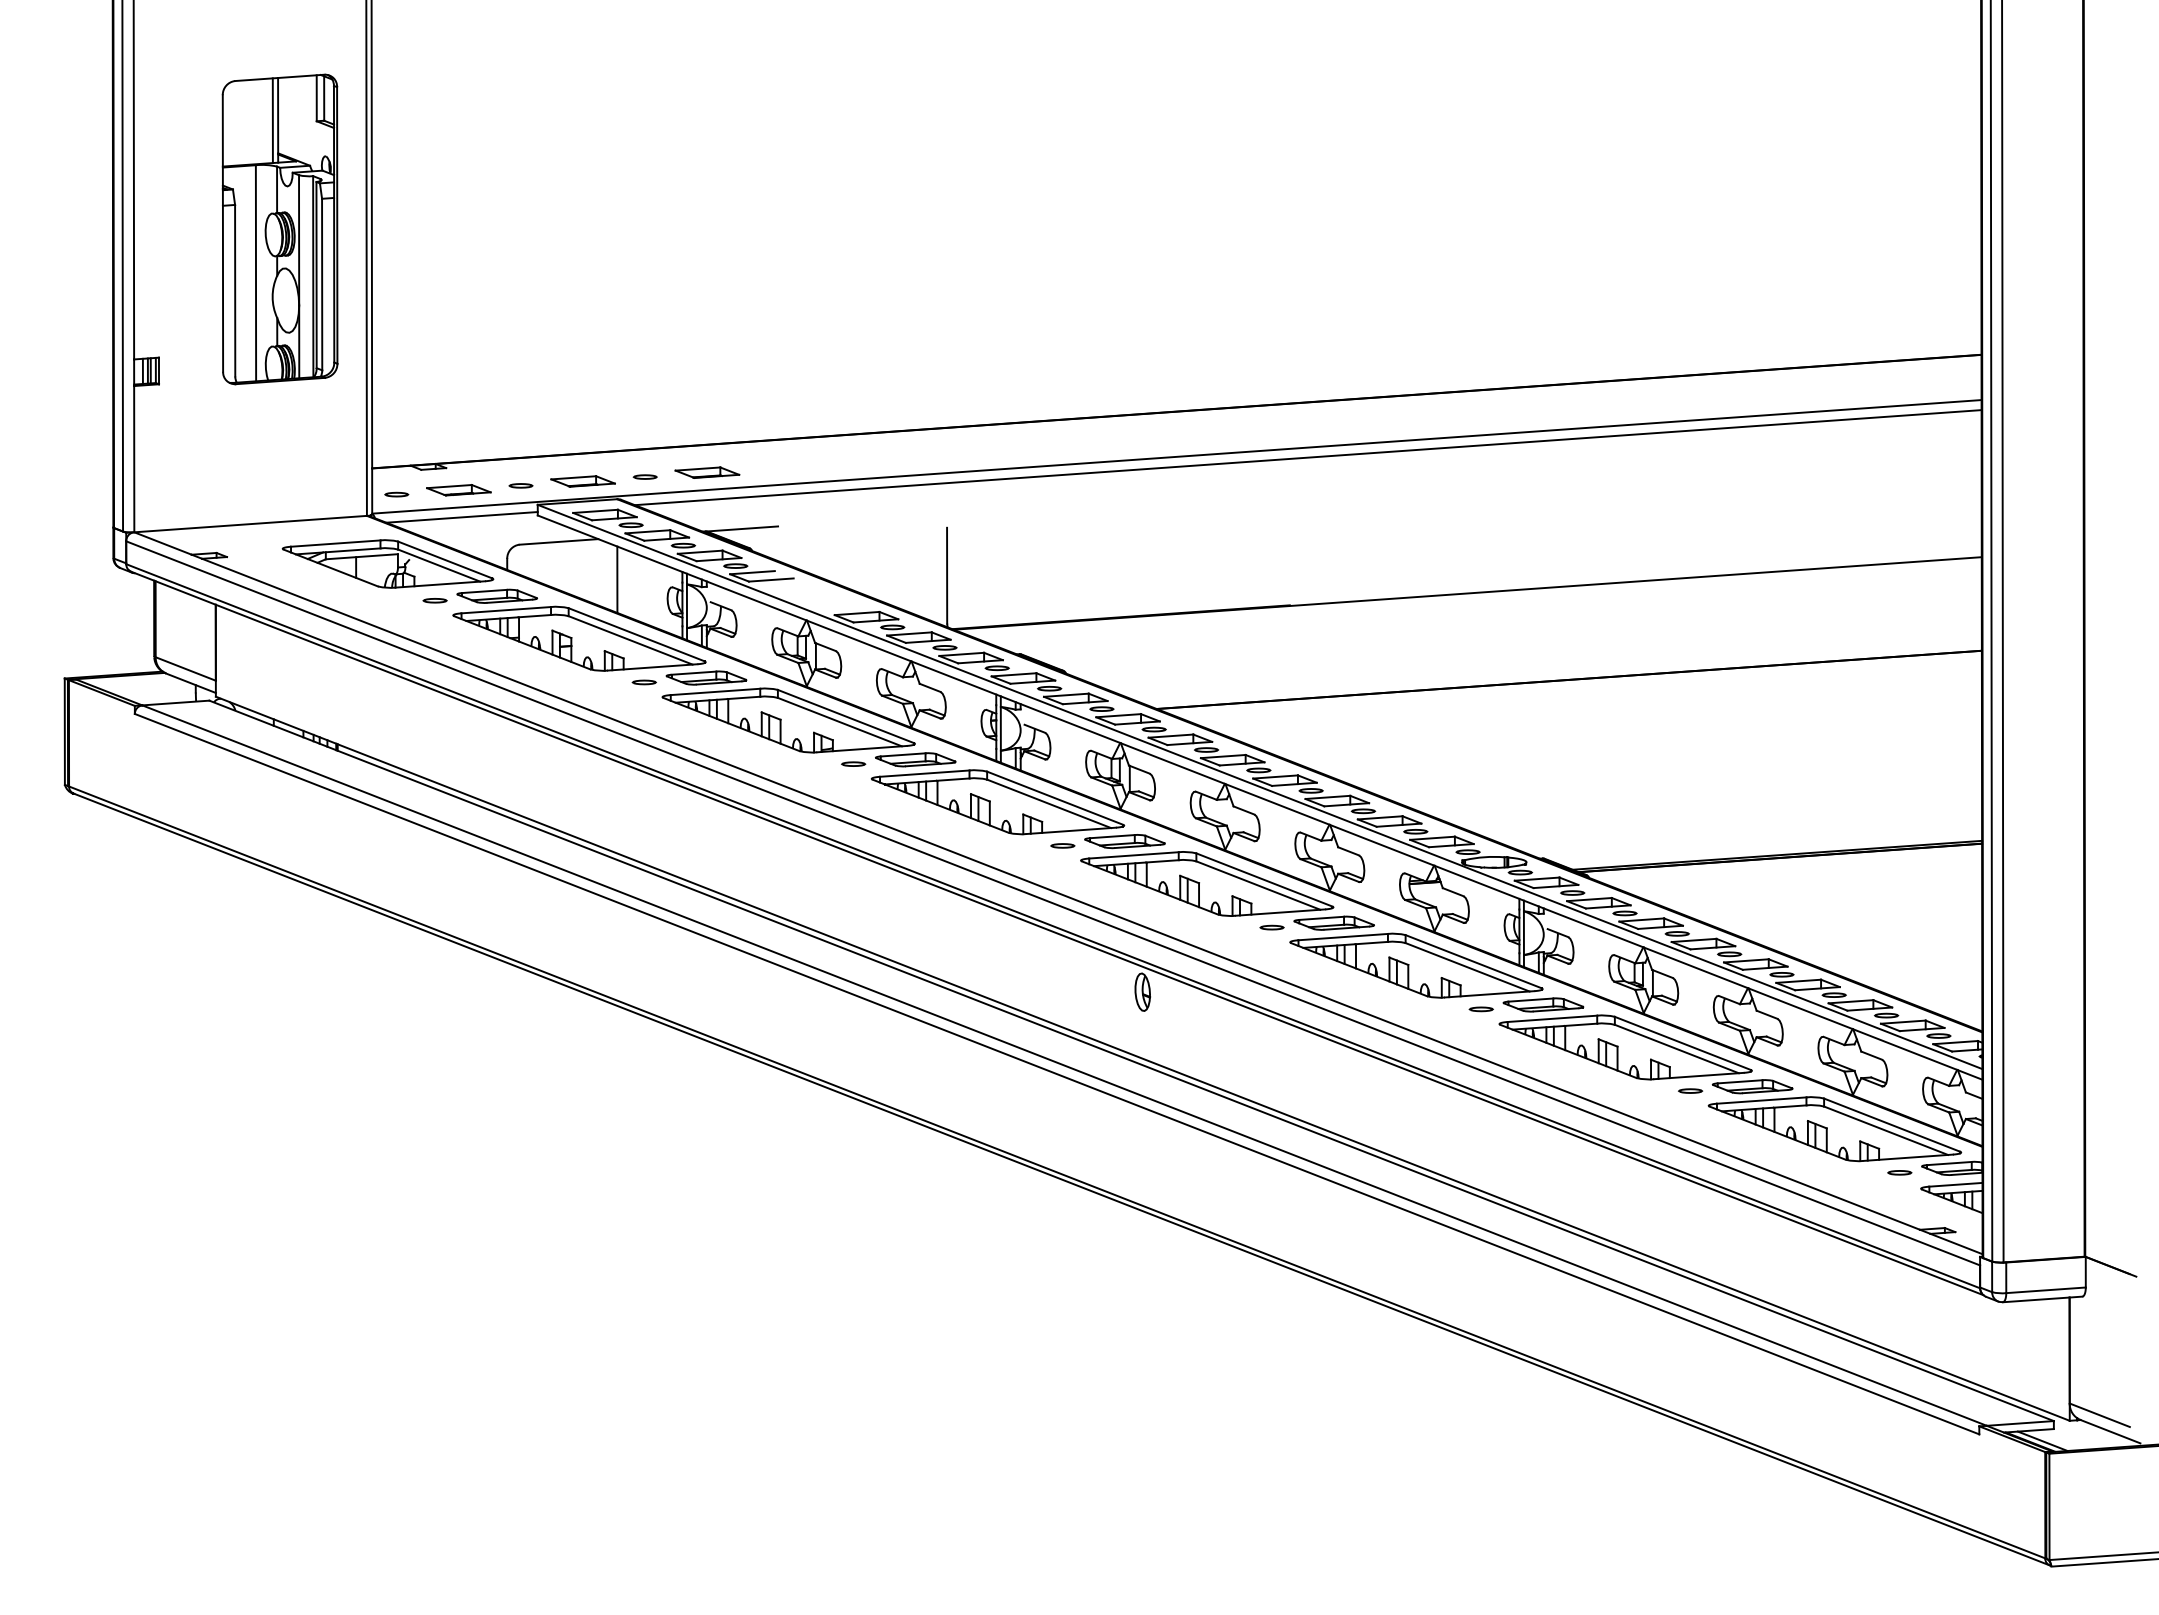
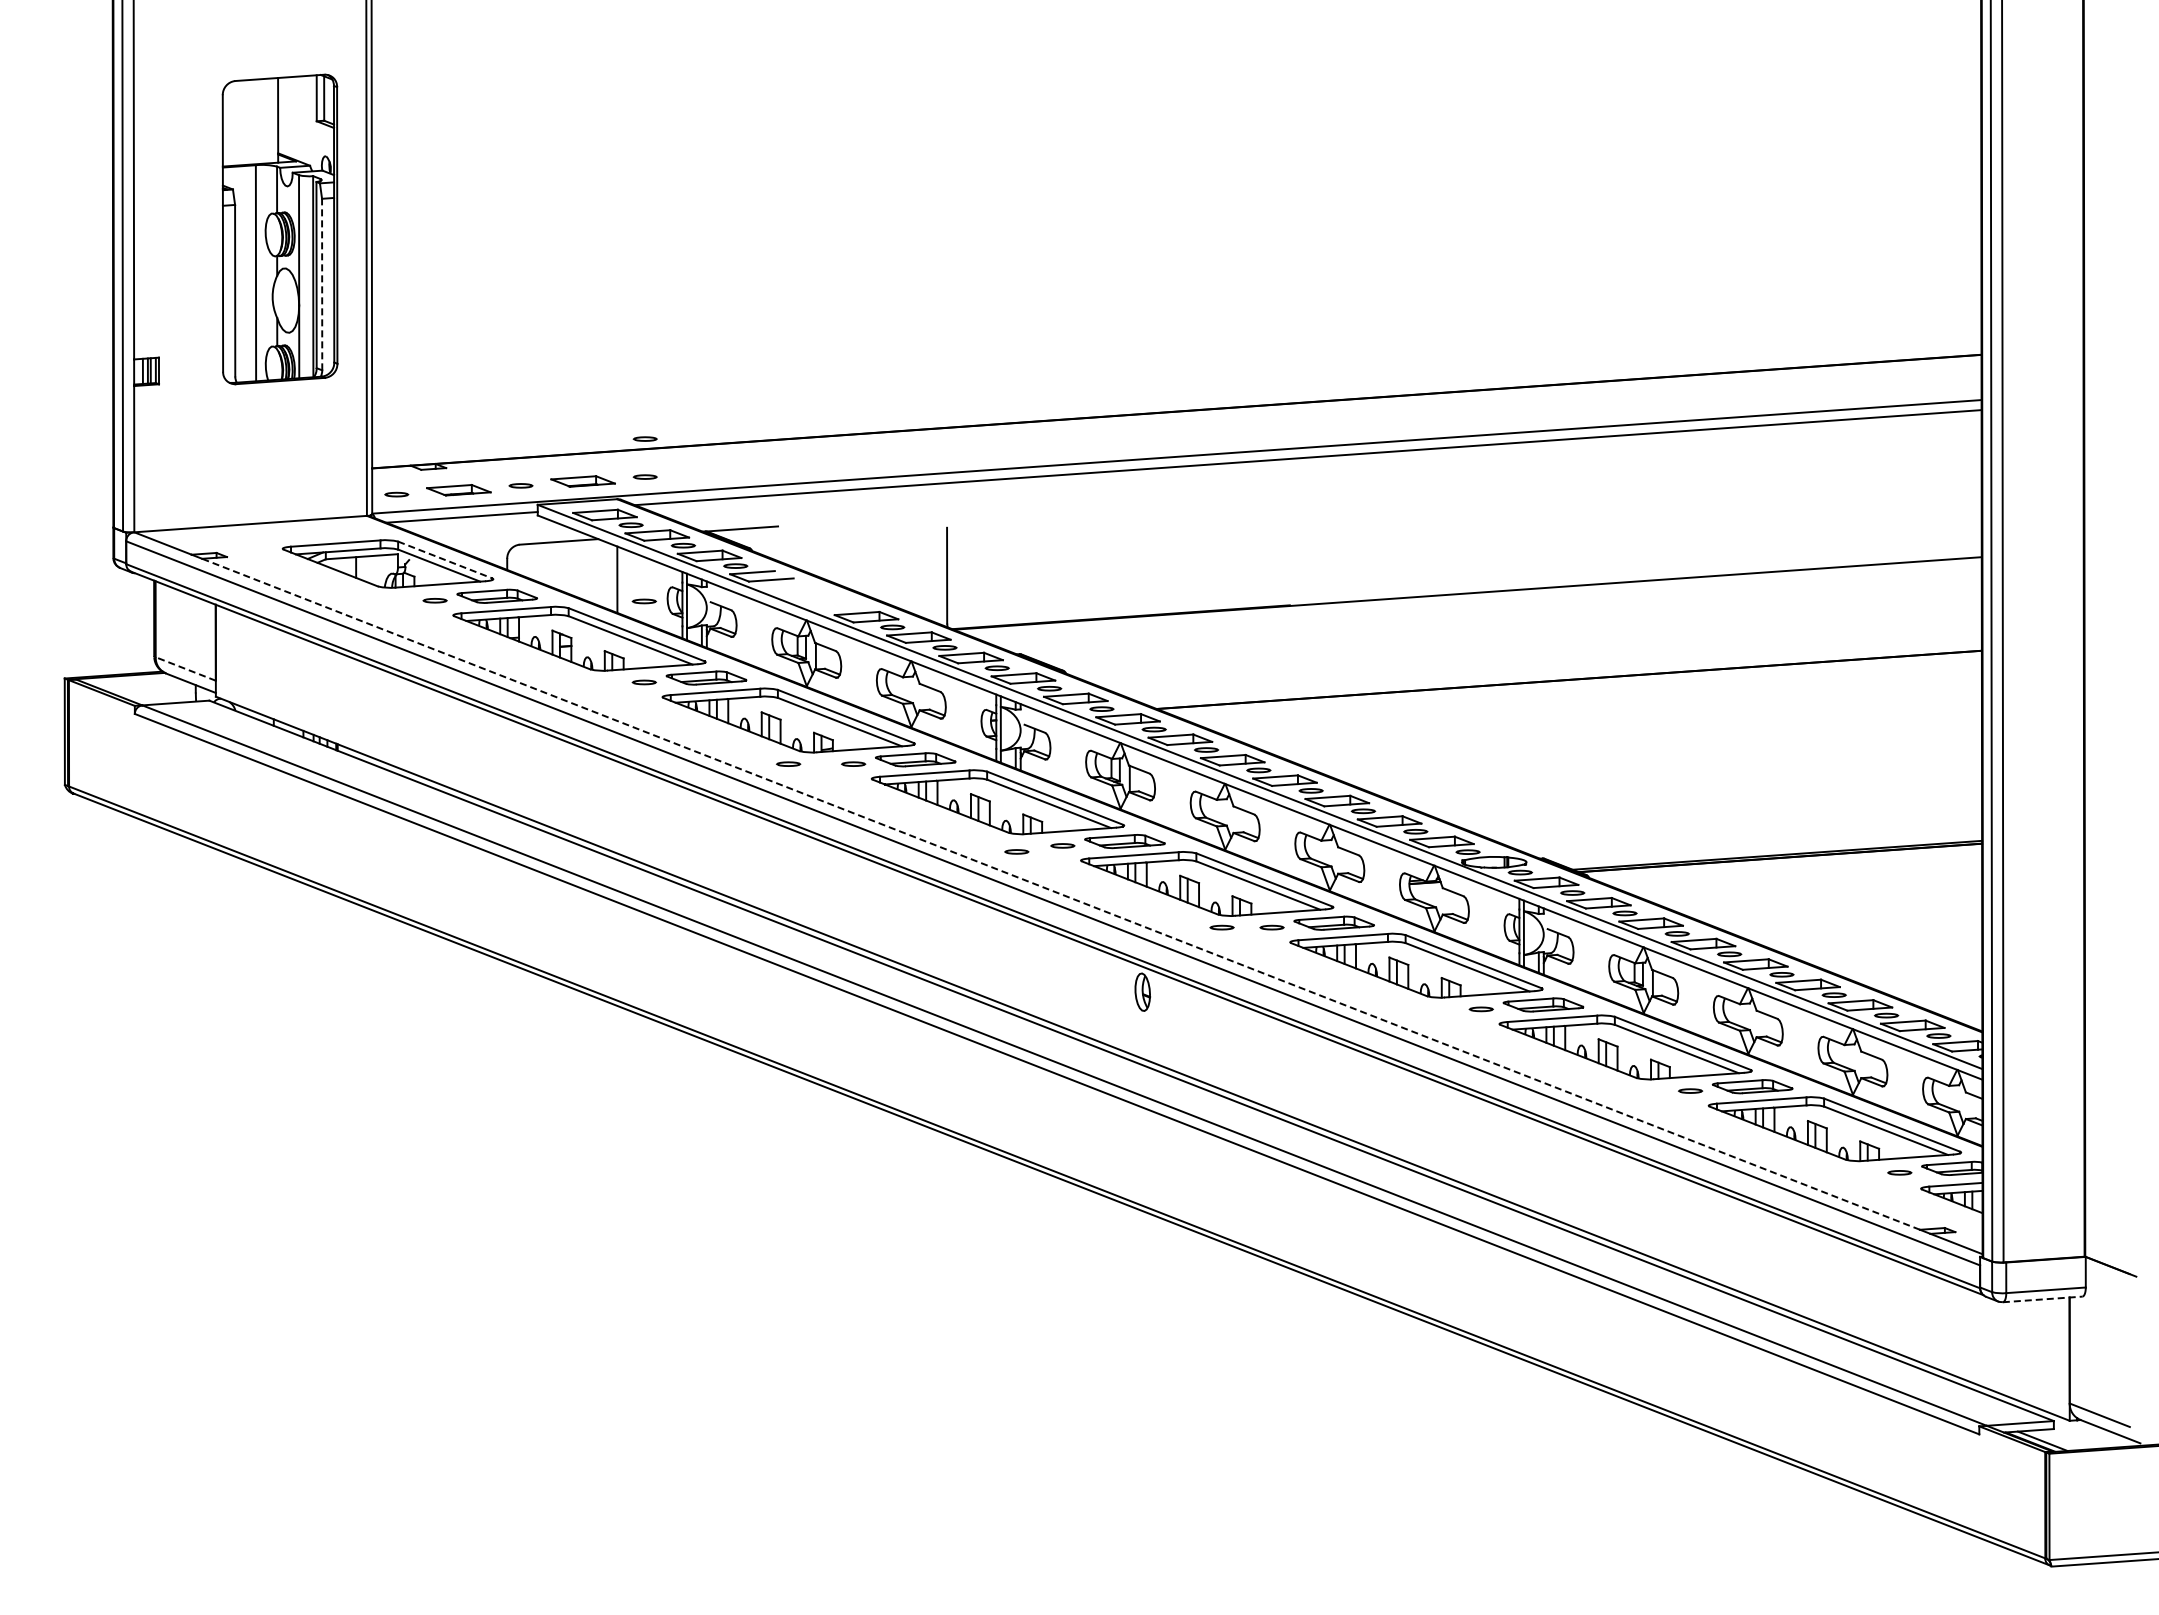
line at (272, 120): present -> none
line at (322, 284): solid -> dashed
part at (644, 438): none -> present
part at (707, 472): present -> none
line at (445, 559): solid -> dashed
part at (643, 601): none -> present
line at (185, 668): solid -> dashed
part at (788, 763): none -> present
part at (1016, 851): none -> present
line at (1060, 894): solid -> dashed
part at (1221, 927): none -> present
line at (2042, 1299): solid -> dashed
